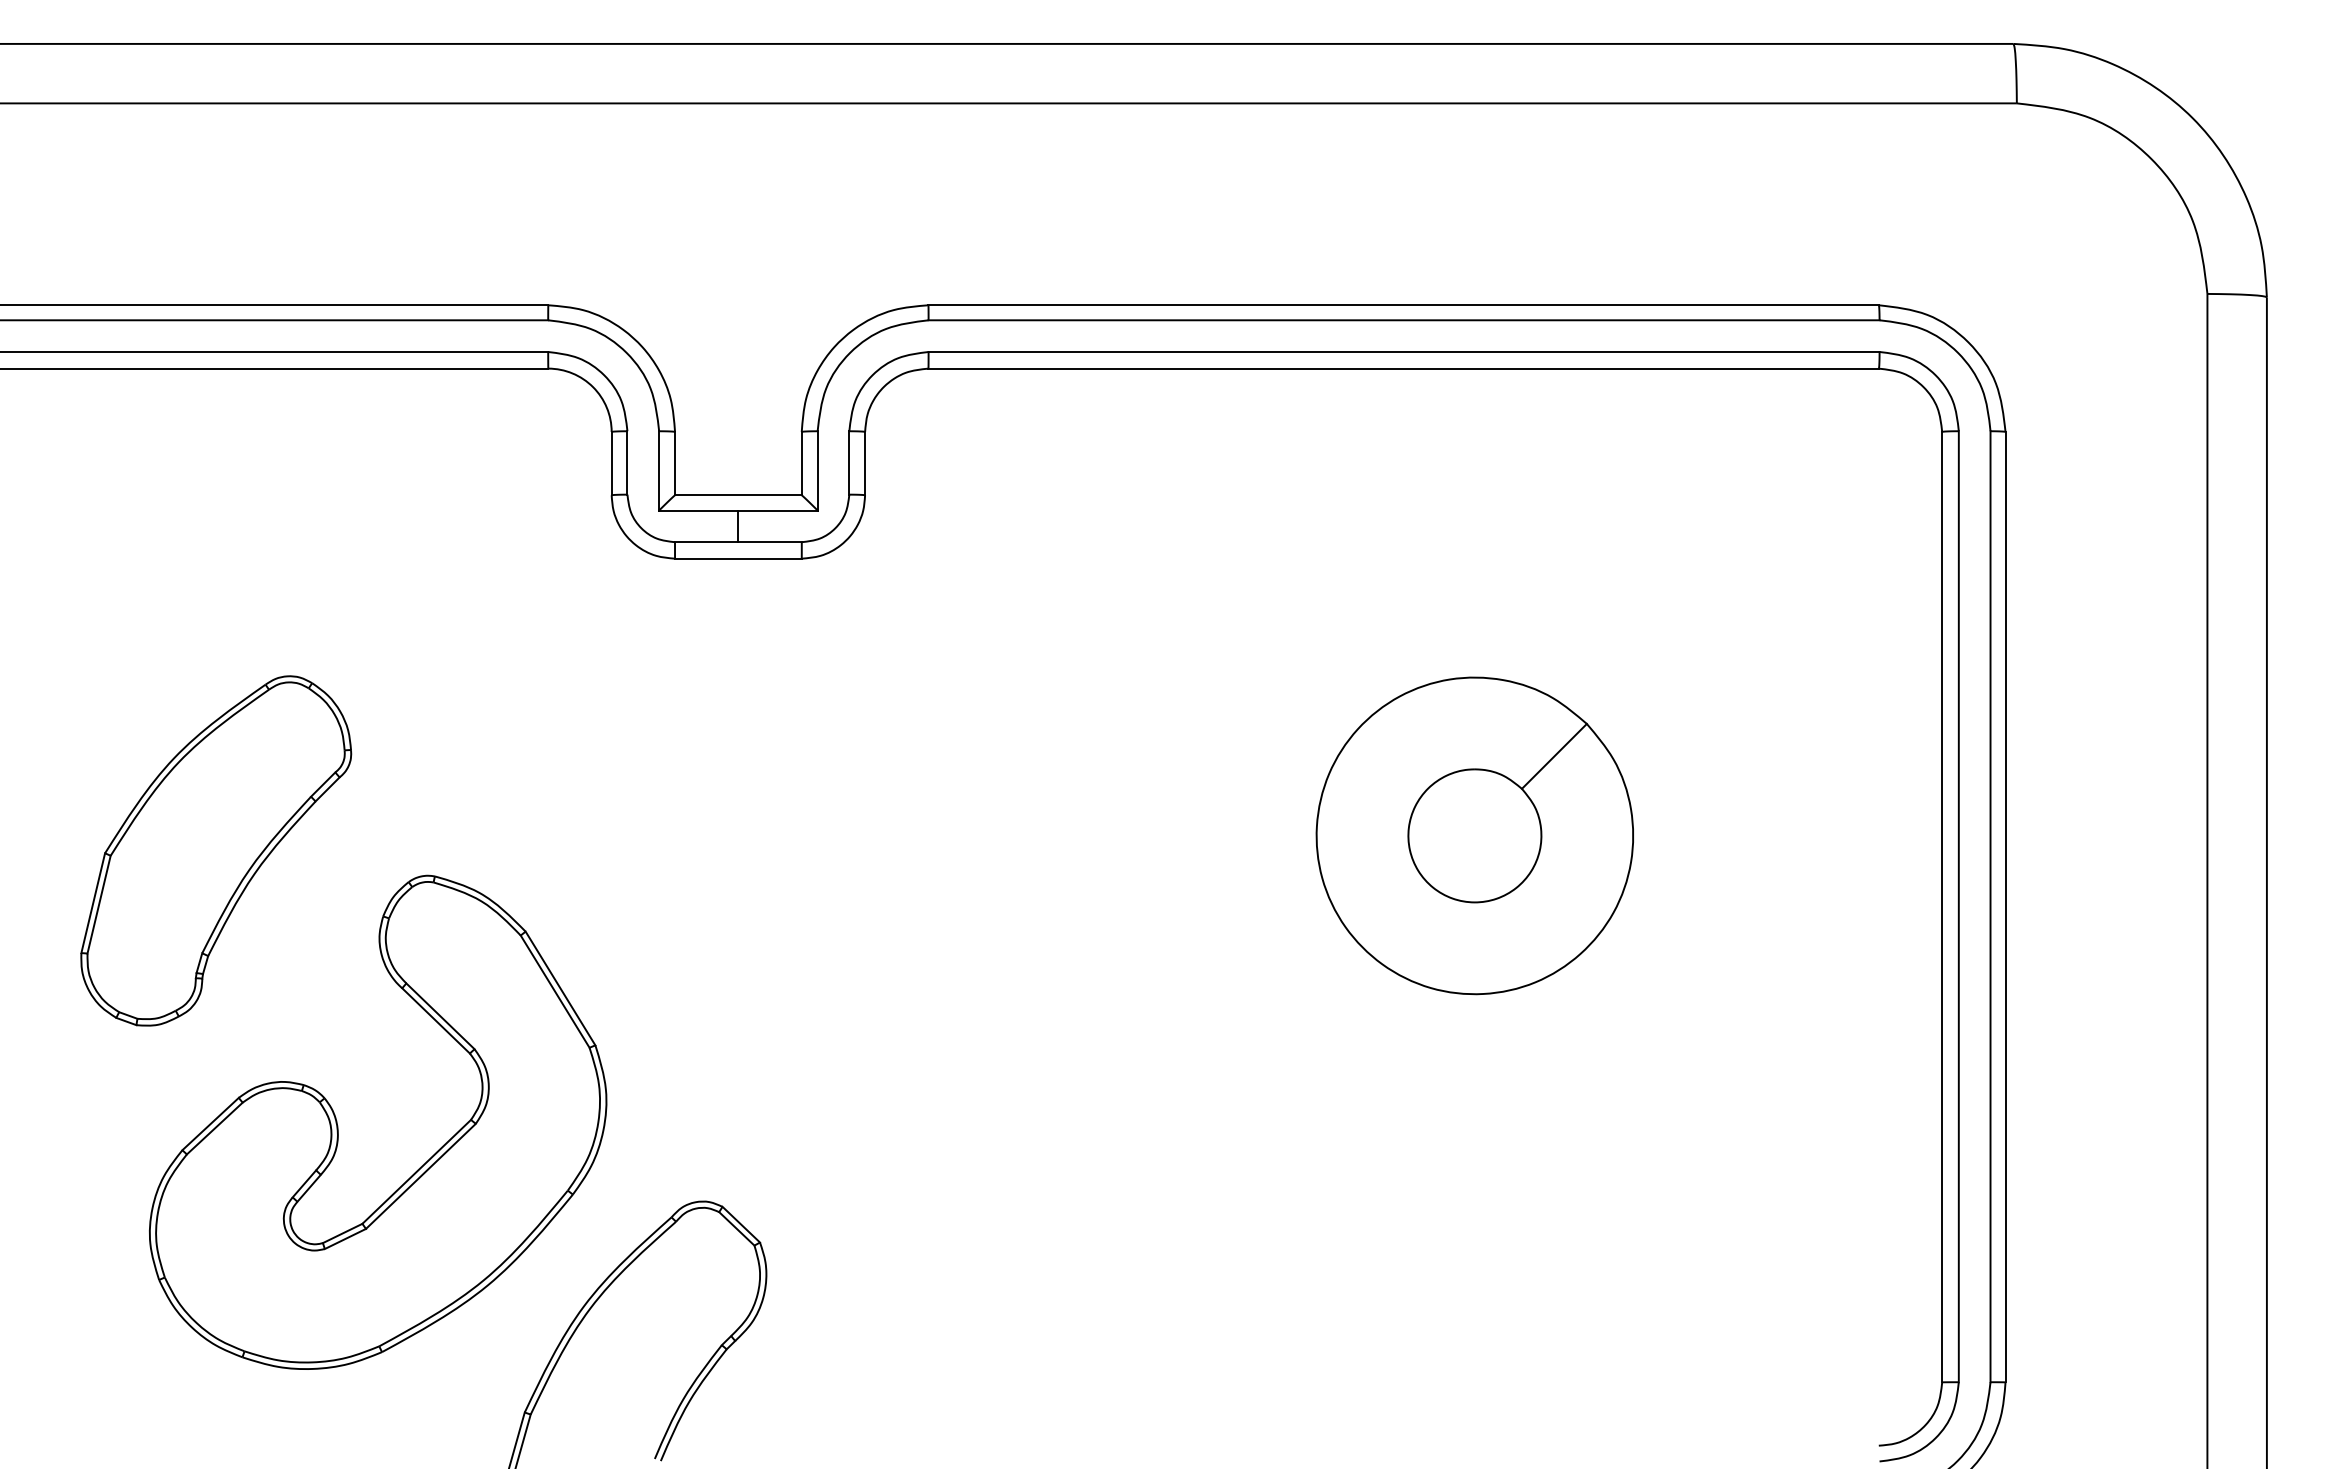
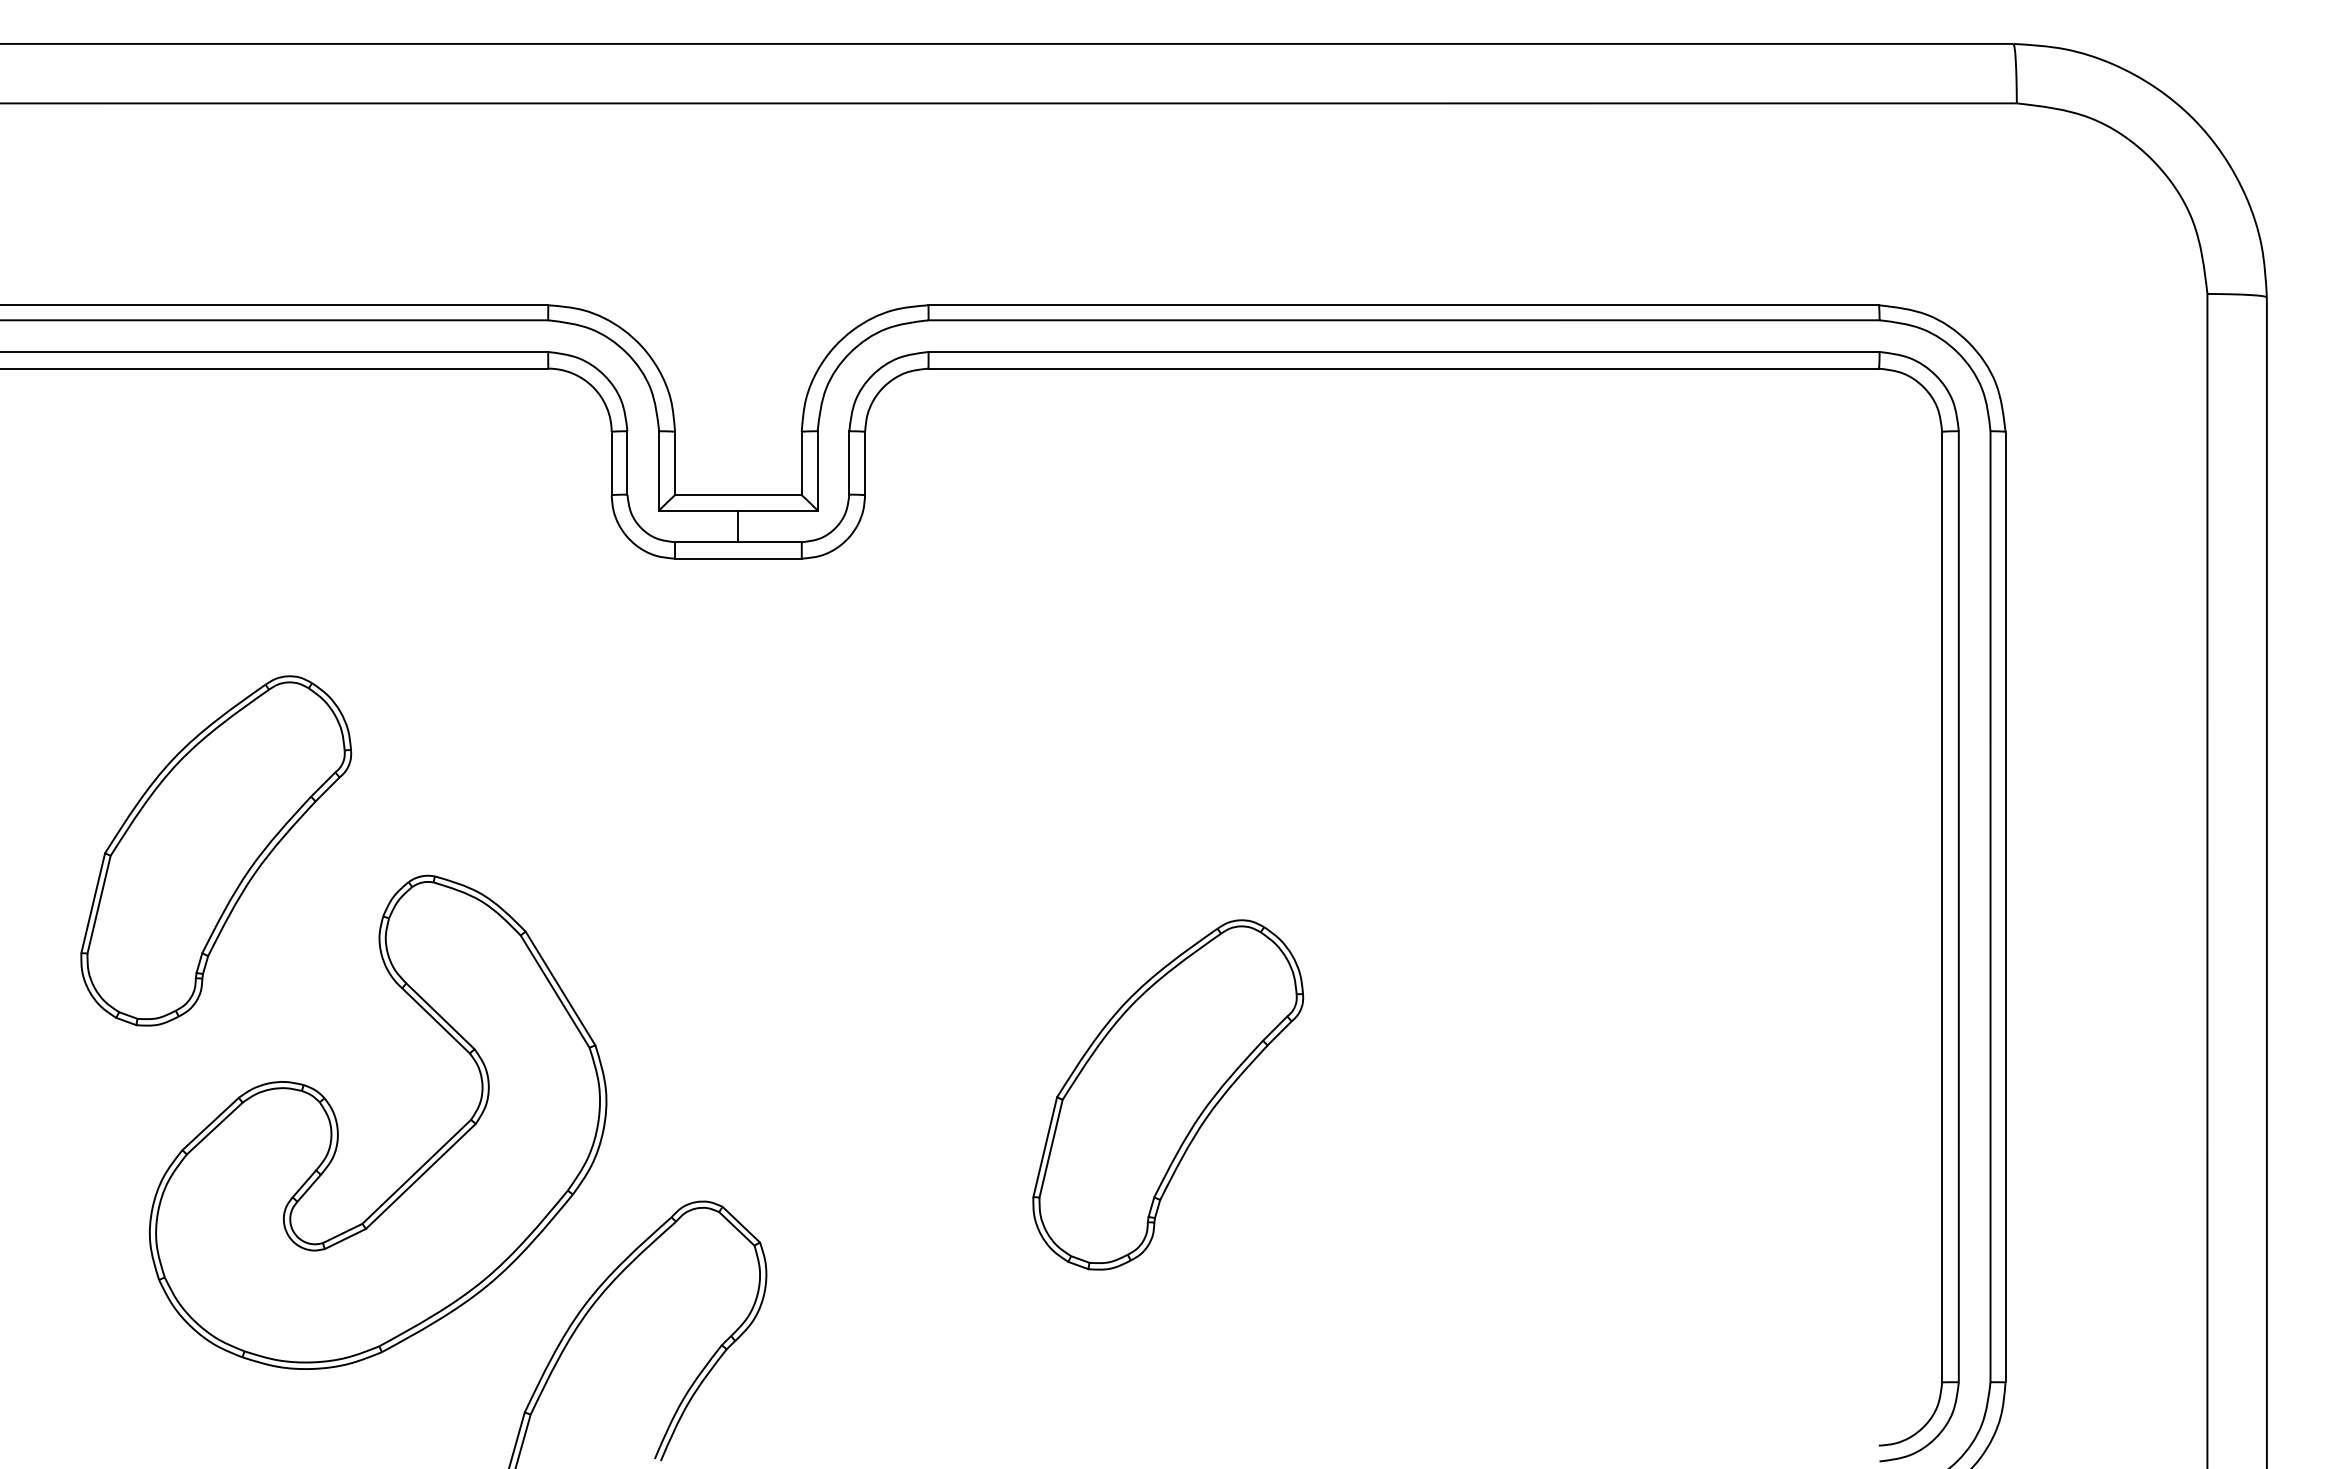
part at (1474, 835): present -> none
part at (1168, 1094): none -> present
